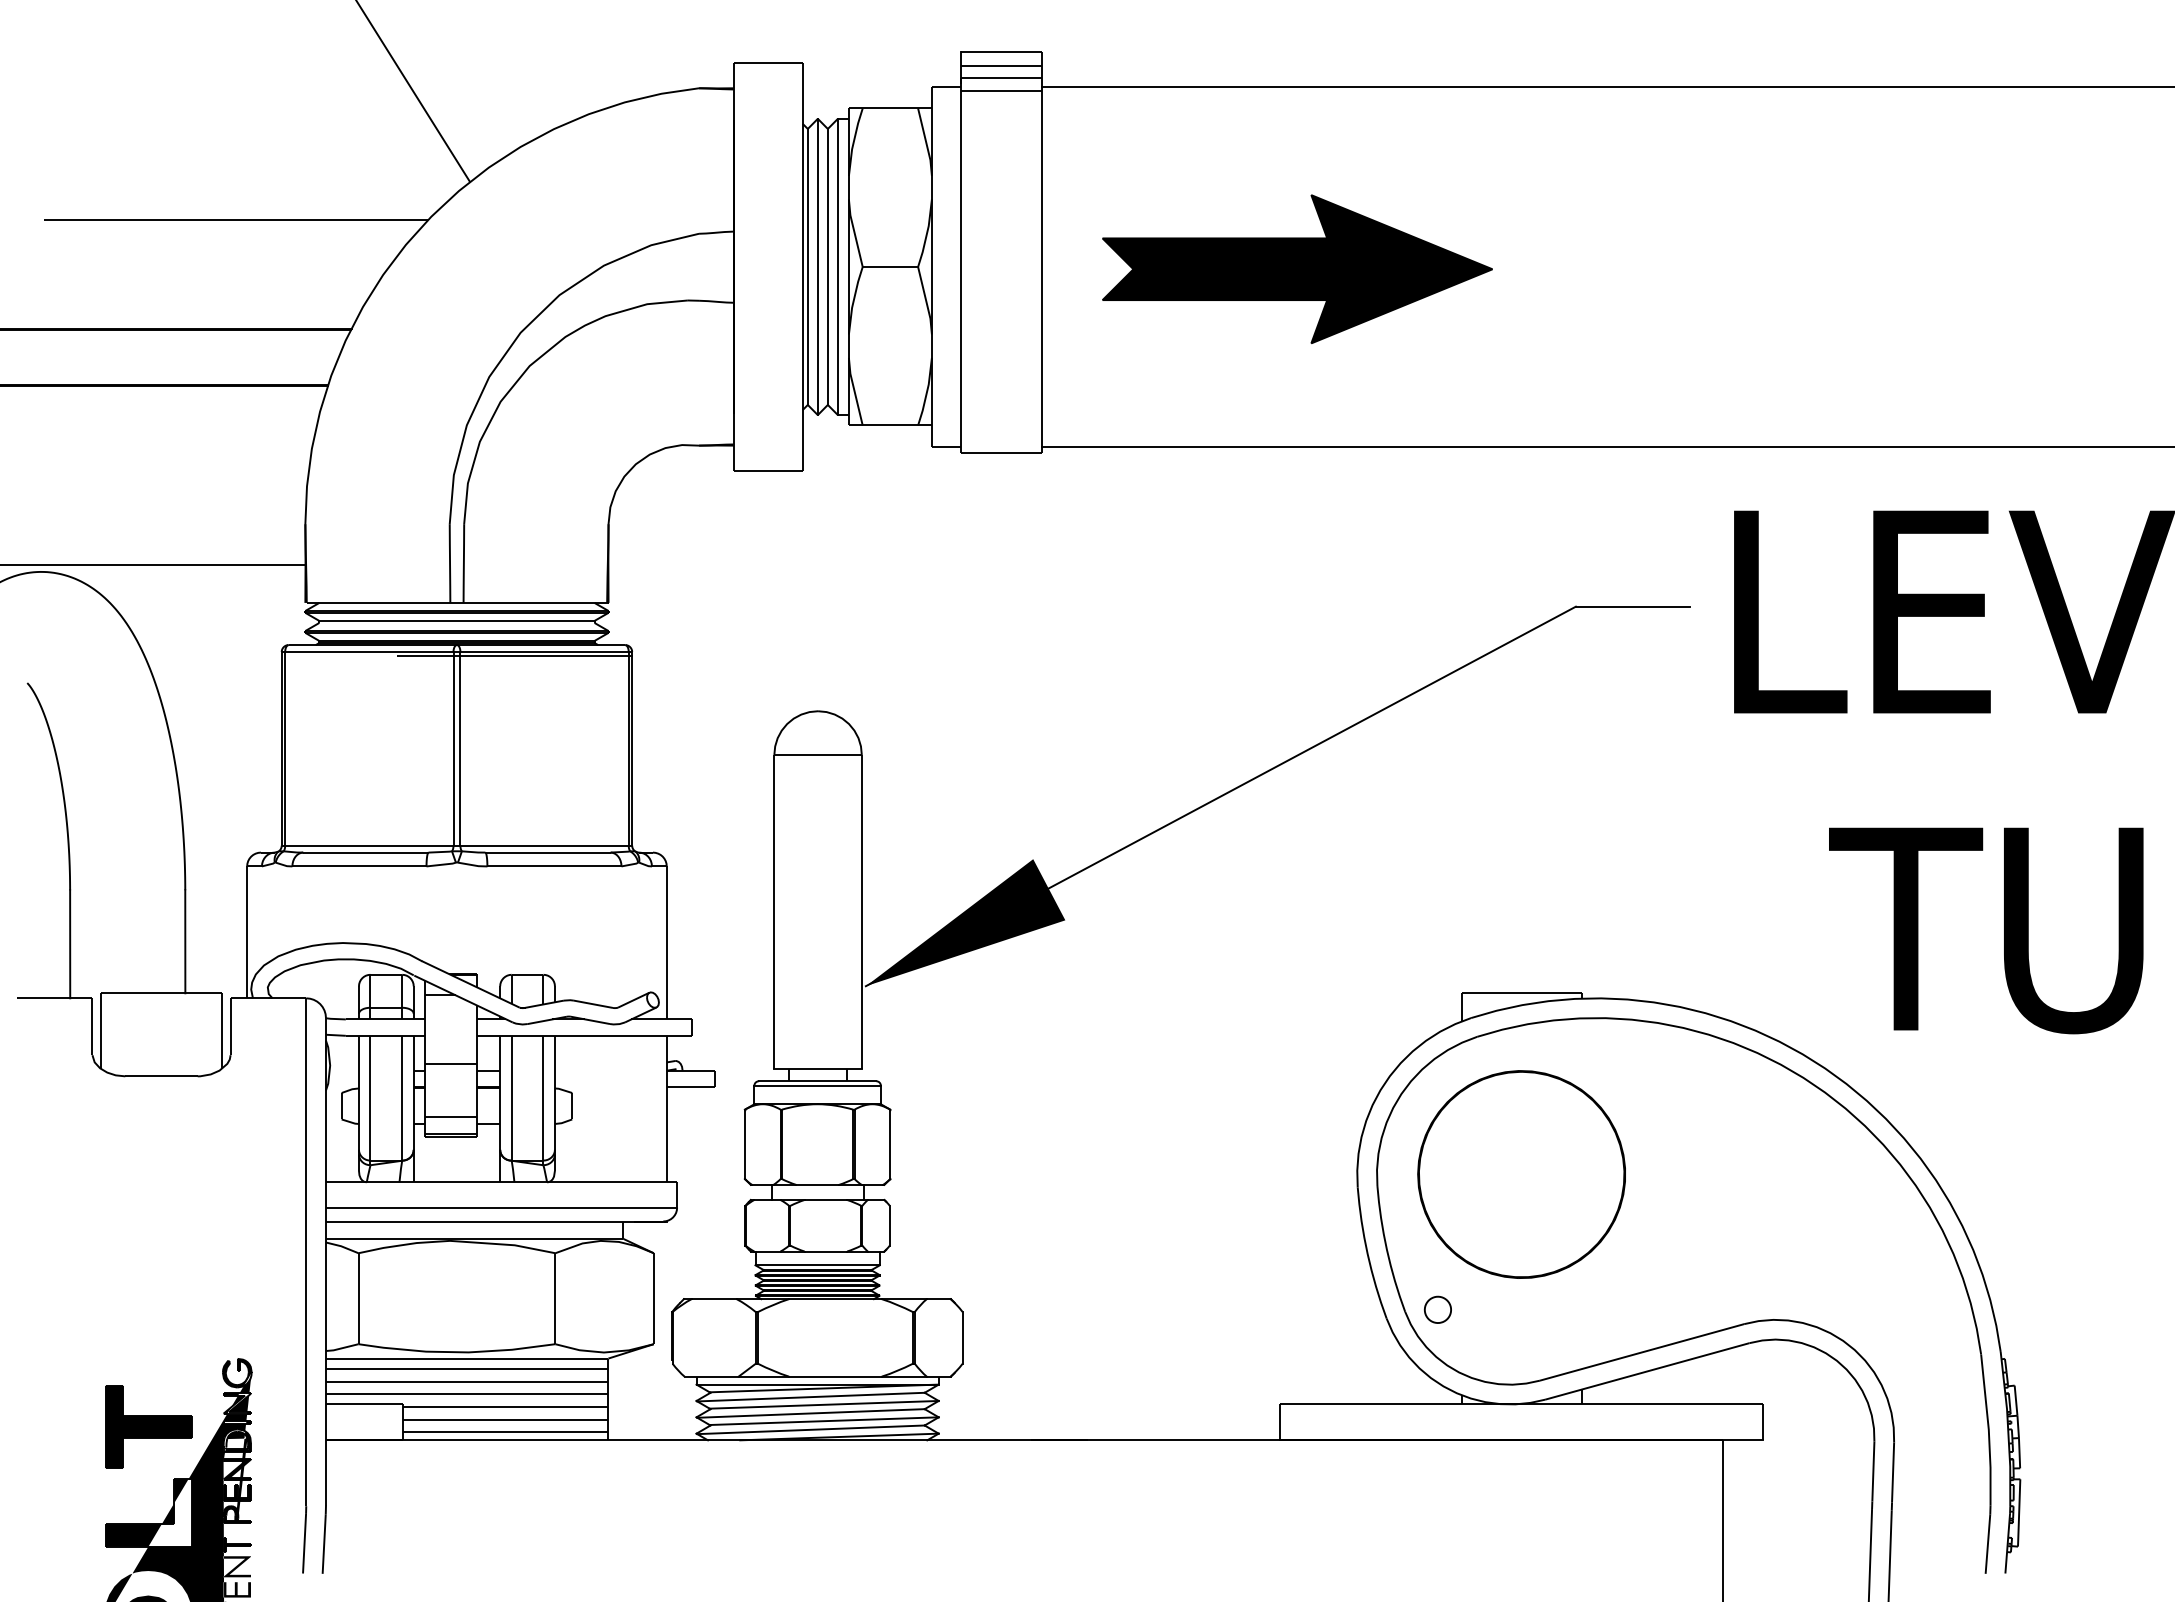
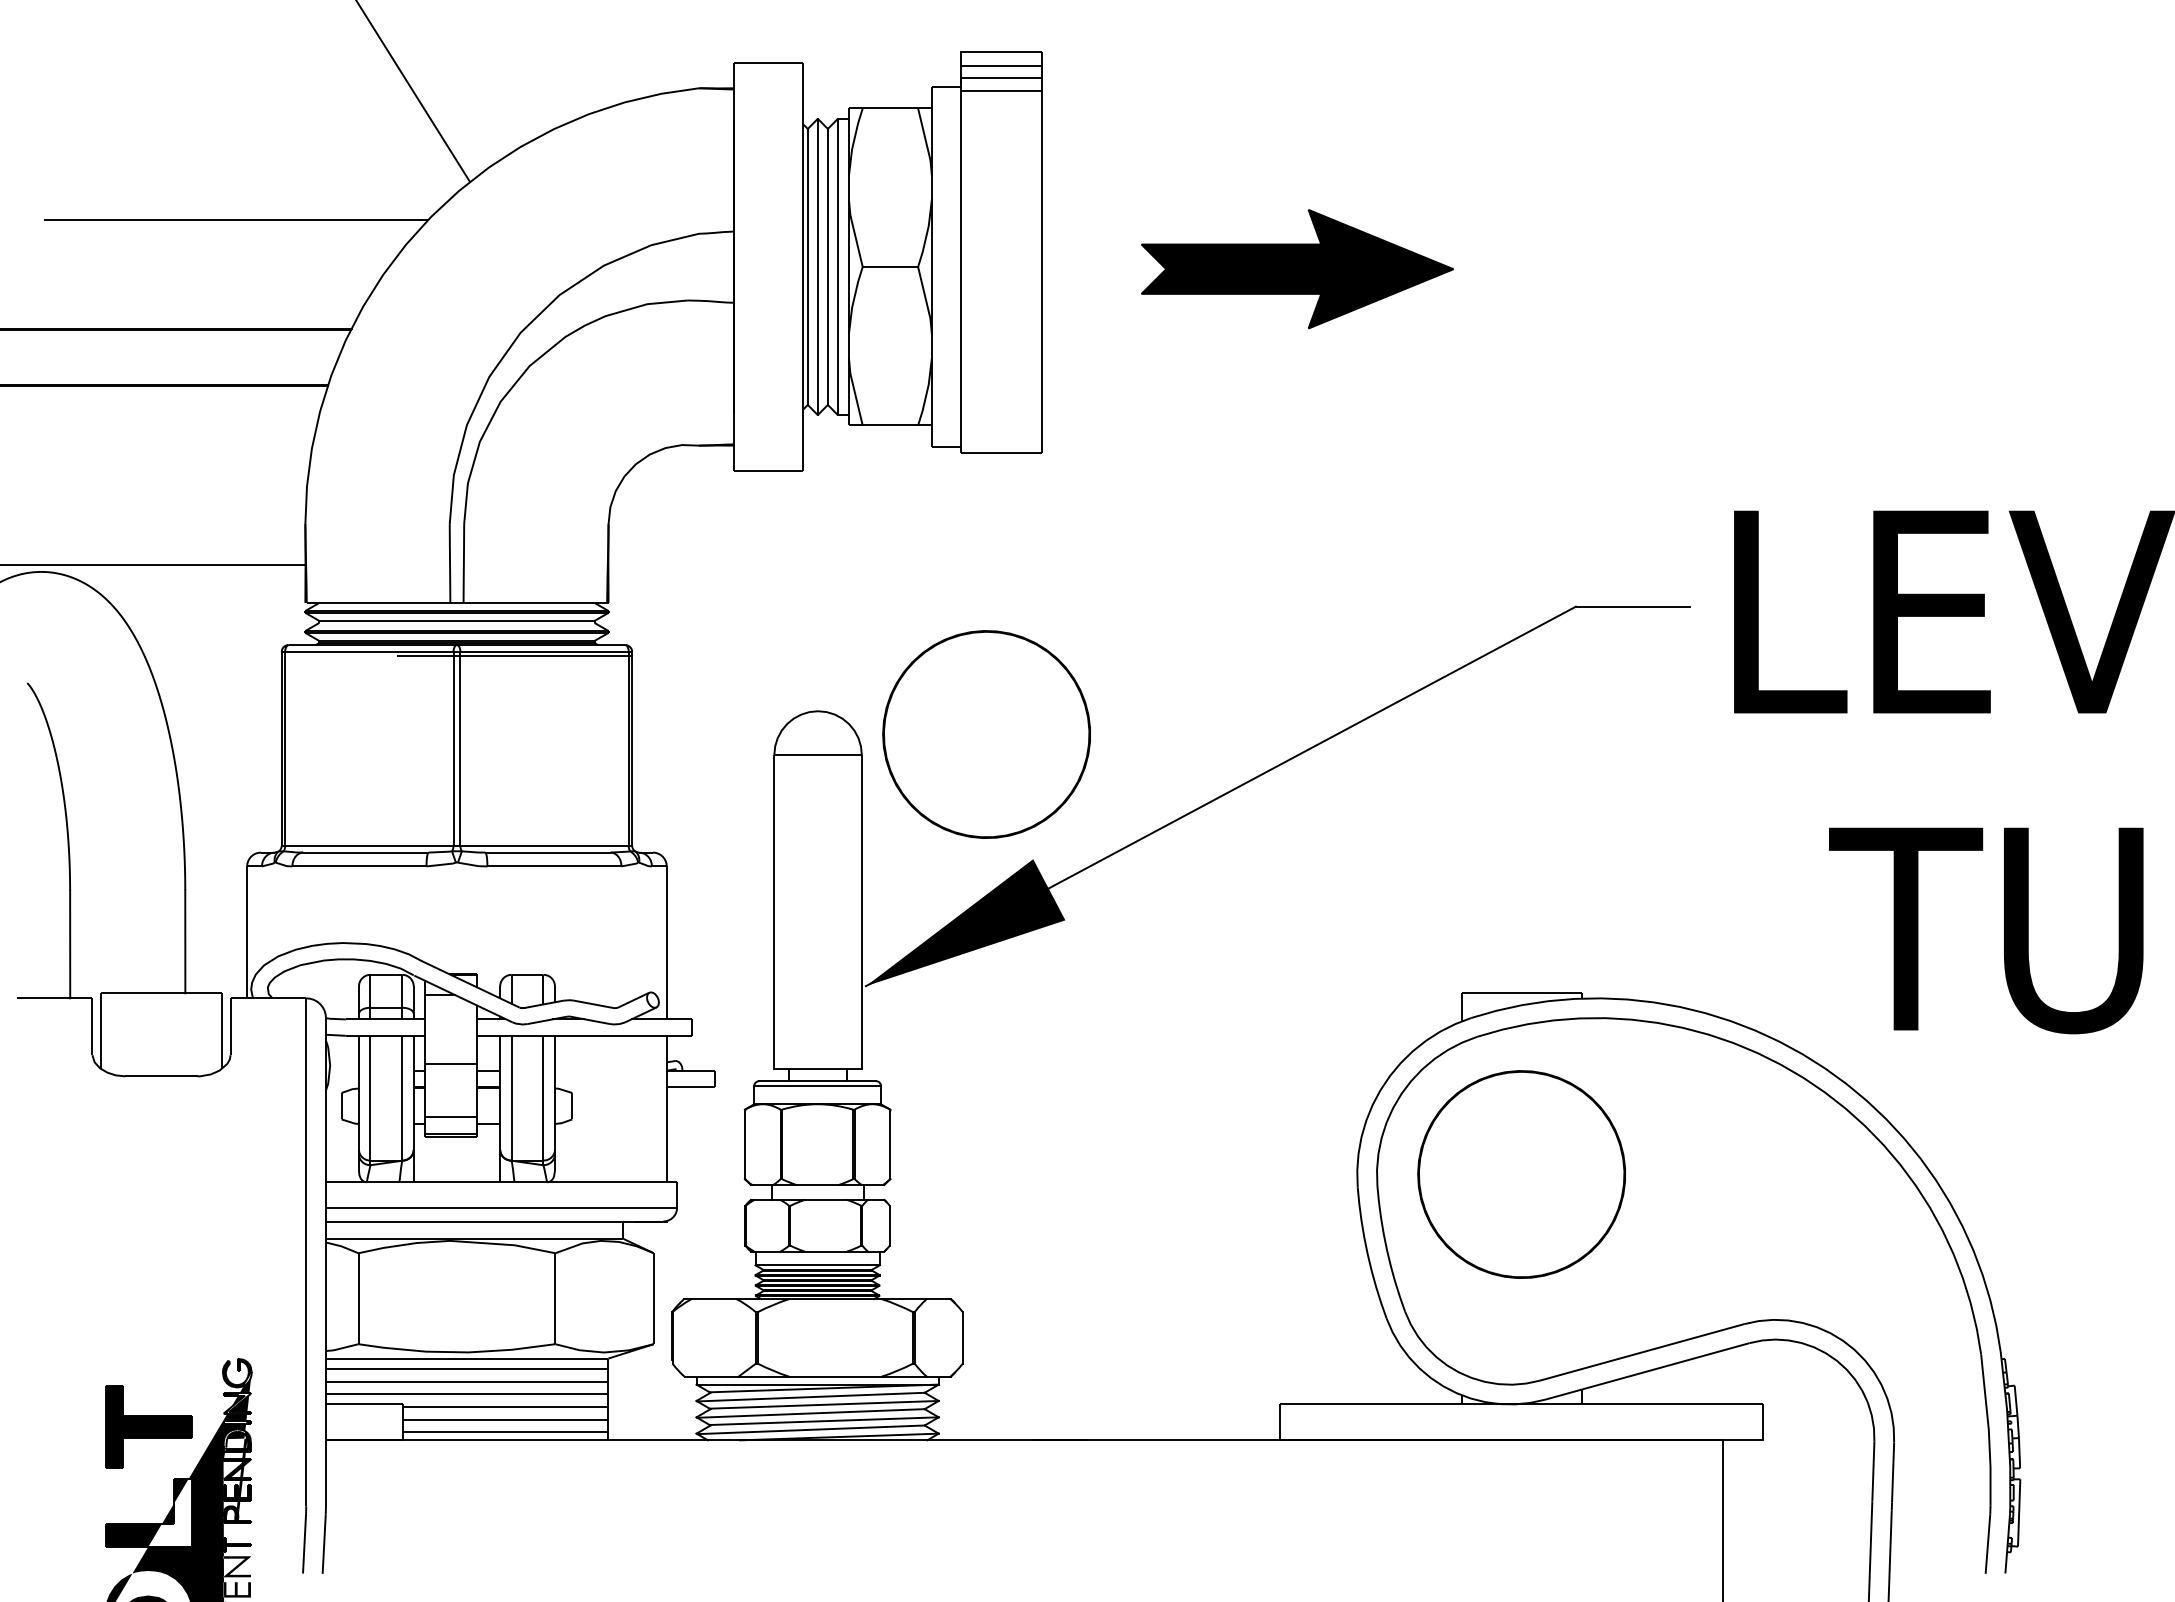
line at (1606, 86): present -> none
part at (1297, 268) size: 391x150 px -> 313x121 px
line at (1606, 447): present -> none
part at (986, 734): none -> present
part at (1437, 1309): present -> none
